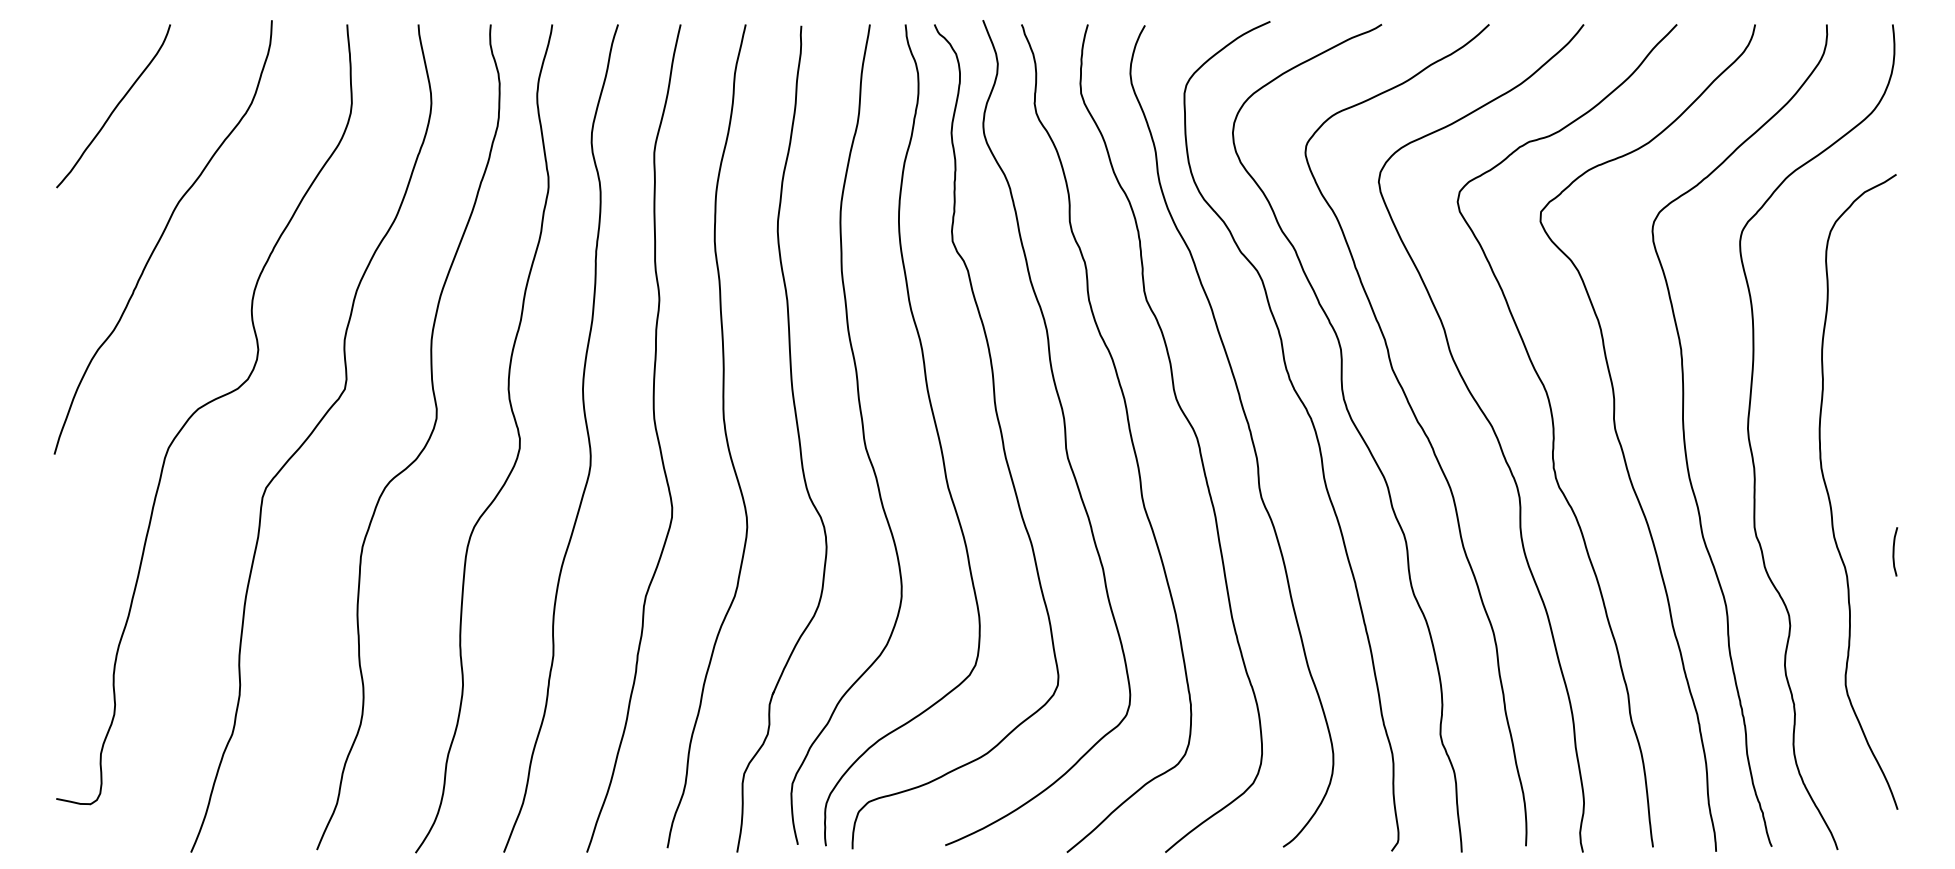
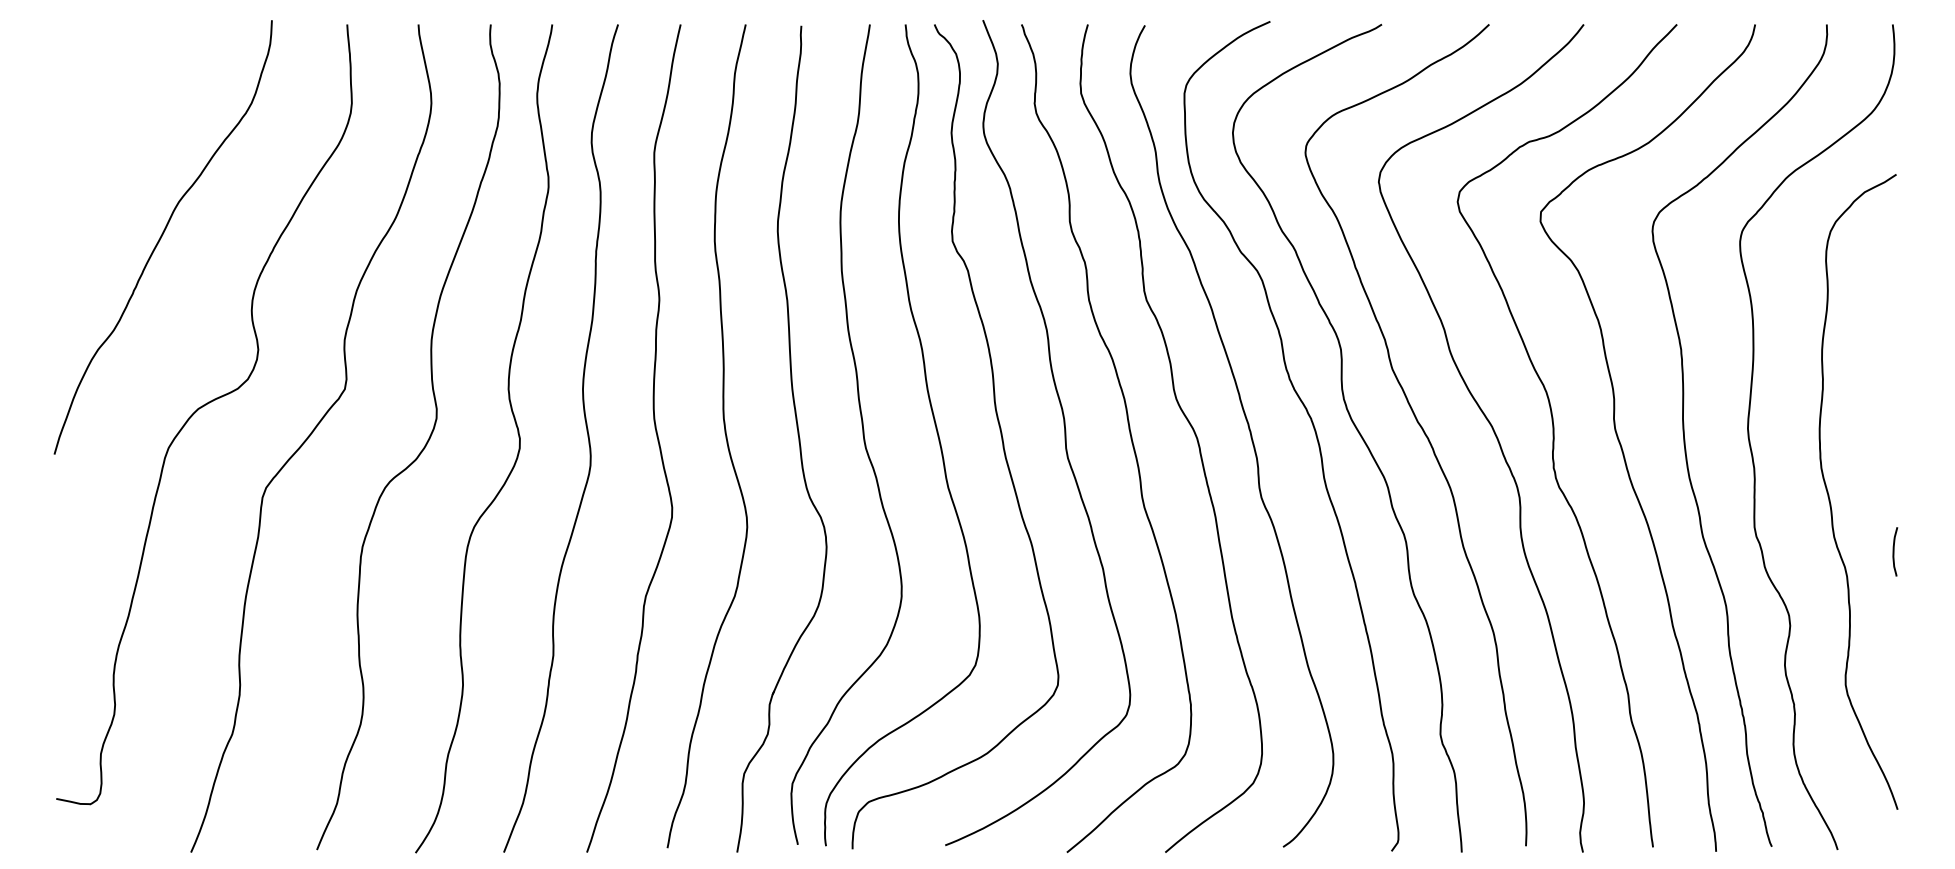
curve at (114, 107): present -> none
